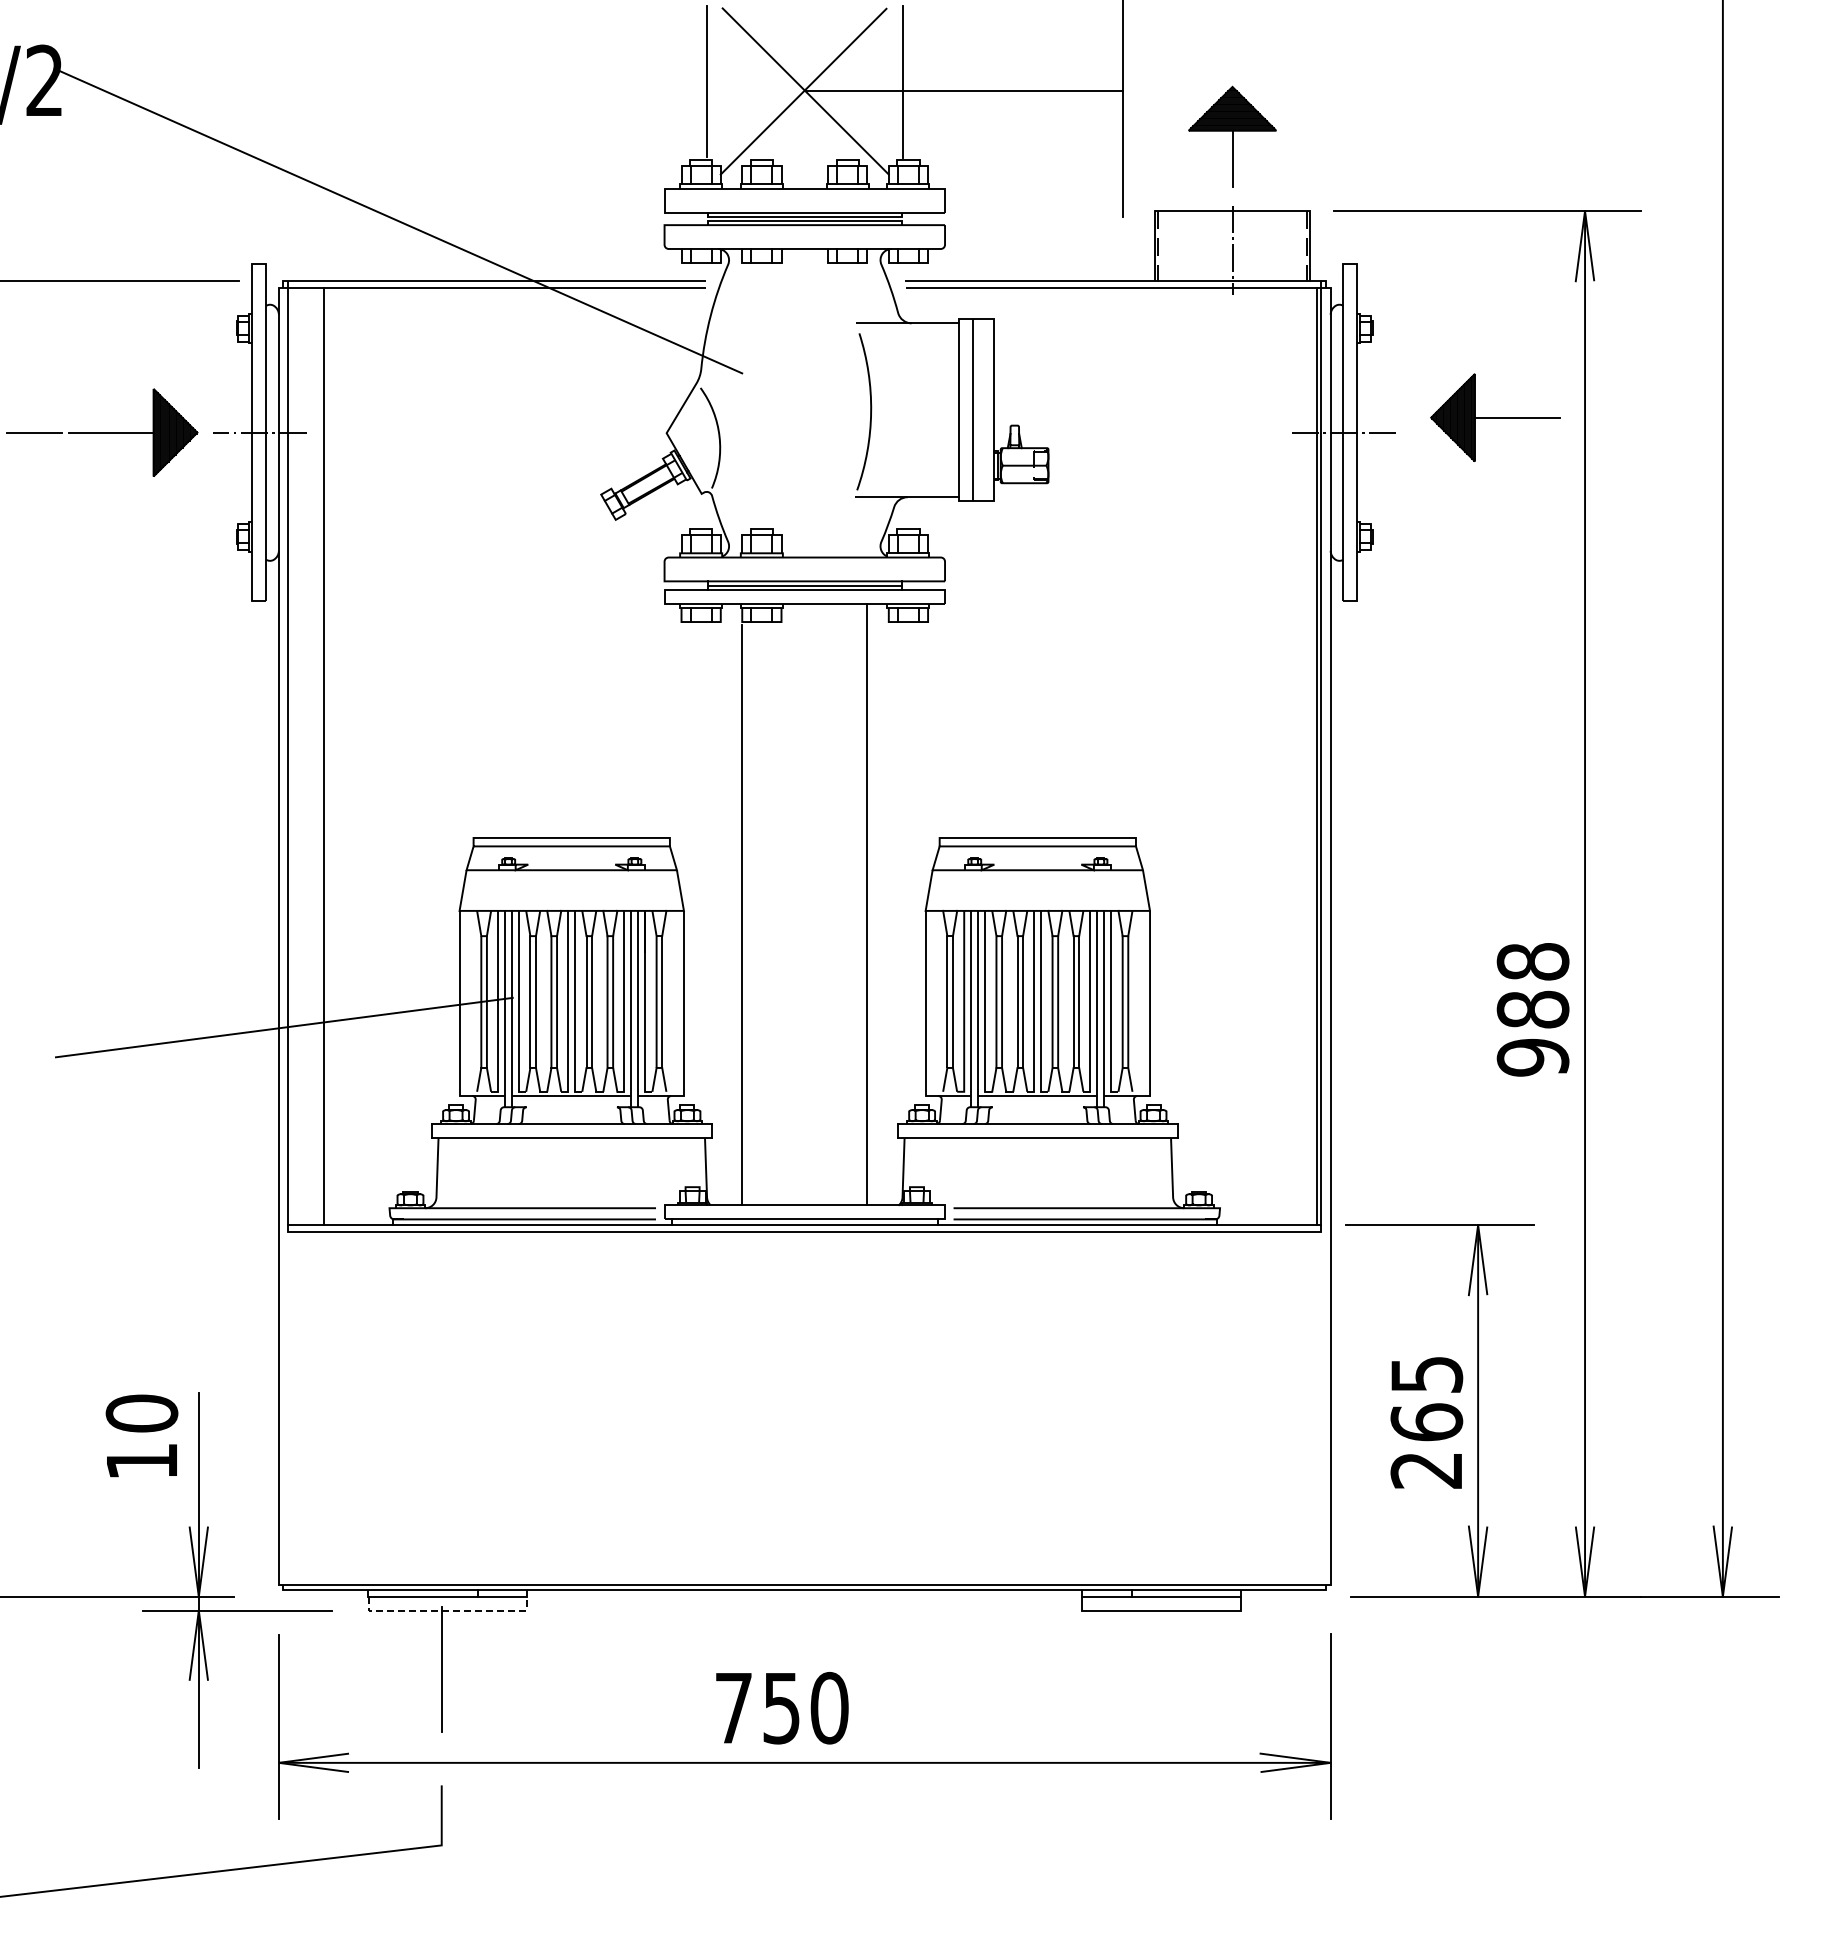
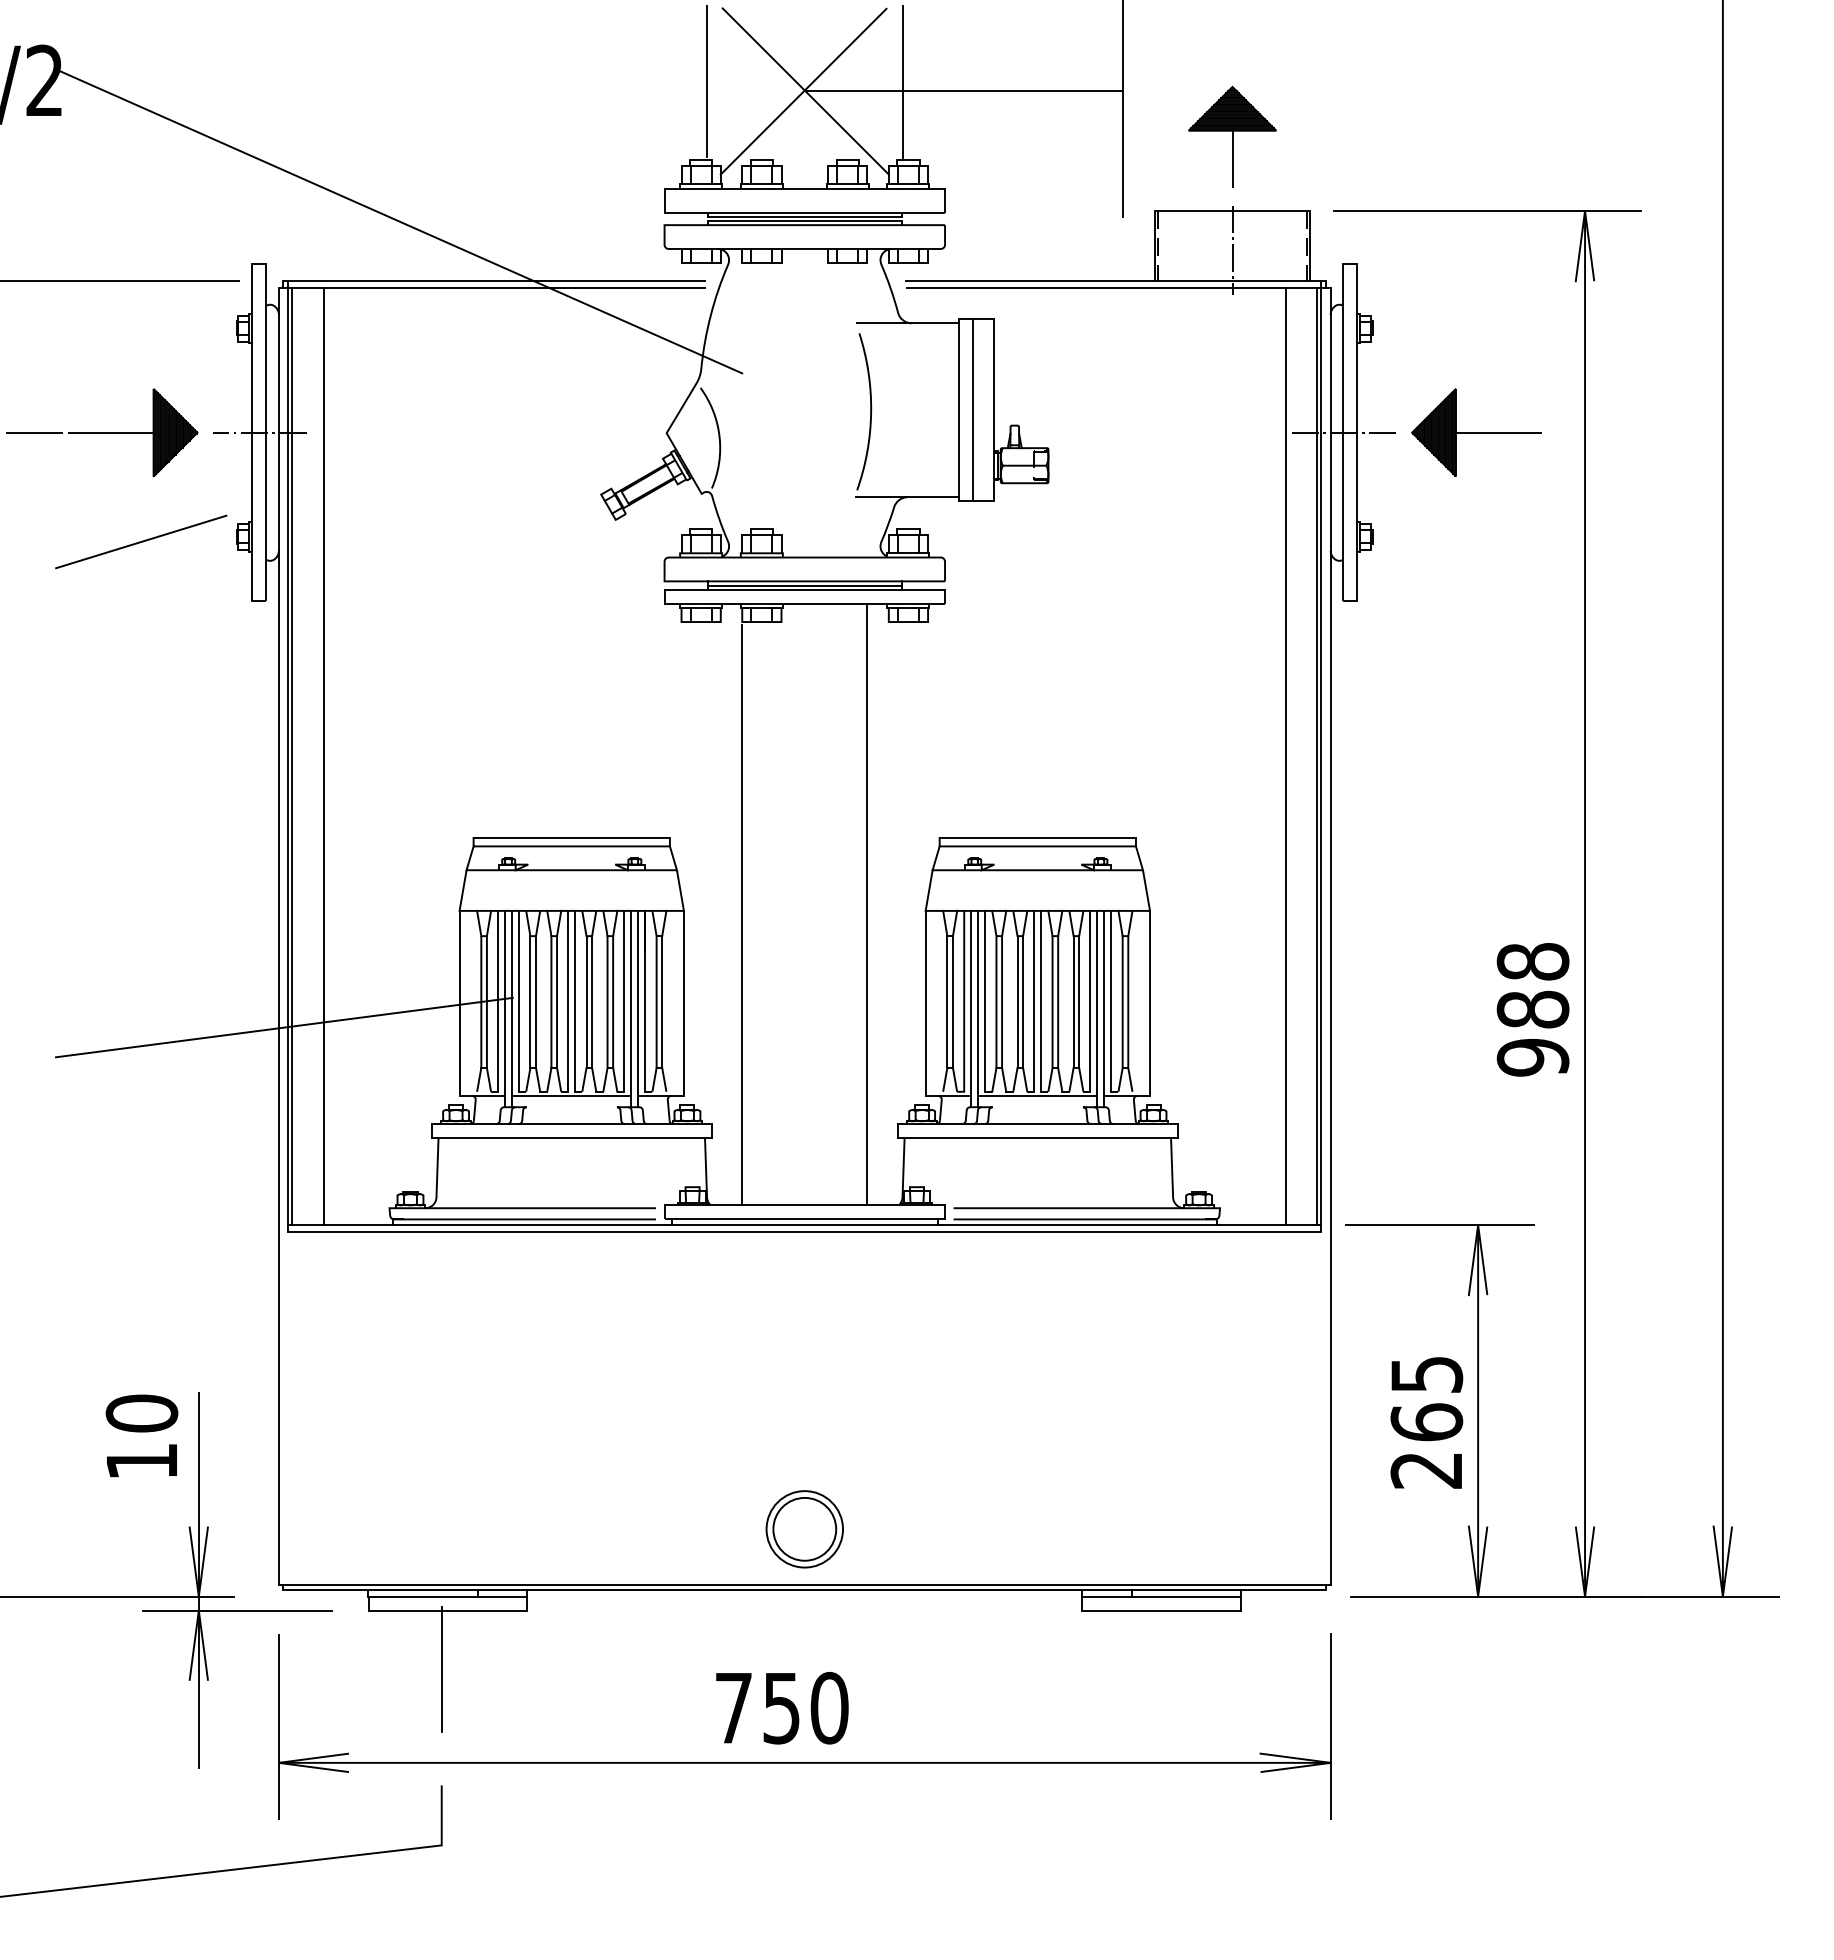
part at (1495, 417) position: (1495, 417) -> (1476, 432)
line at (141, 541): none -> present
line at (292, 756): none -> present
line at (1285, 756): none -> present
part at (804, 1529): none -> present
line at (448, 1610): dashed -> solid
